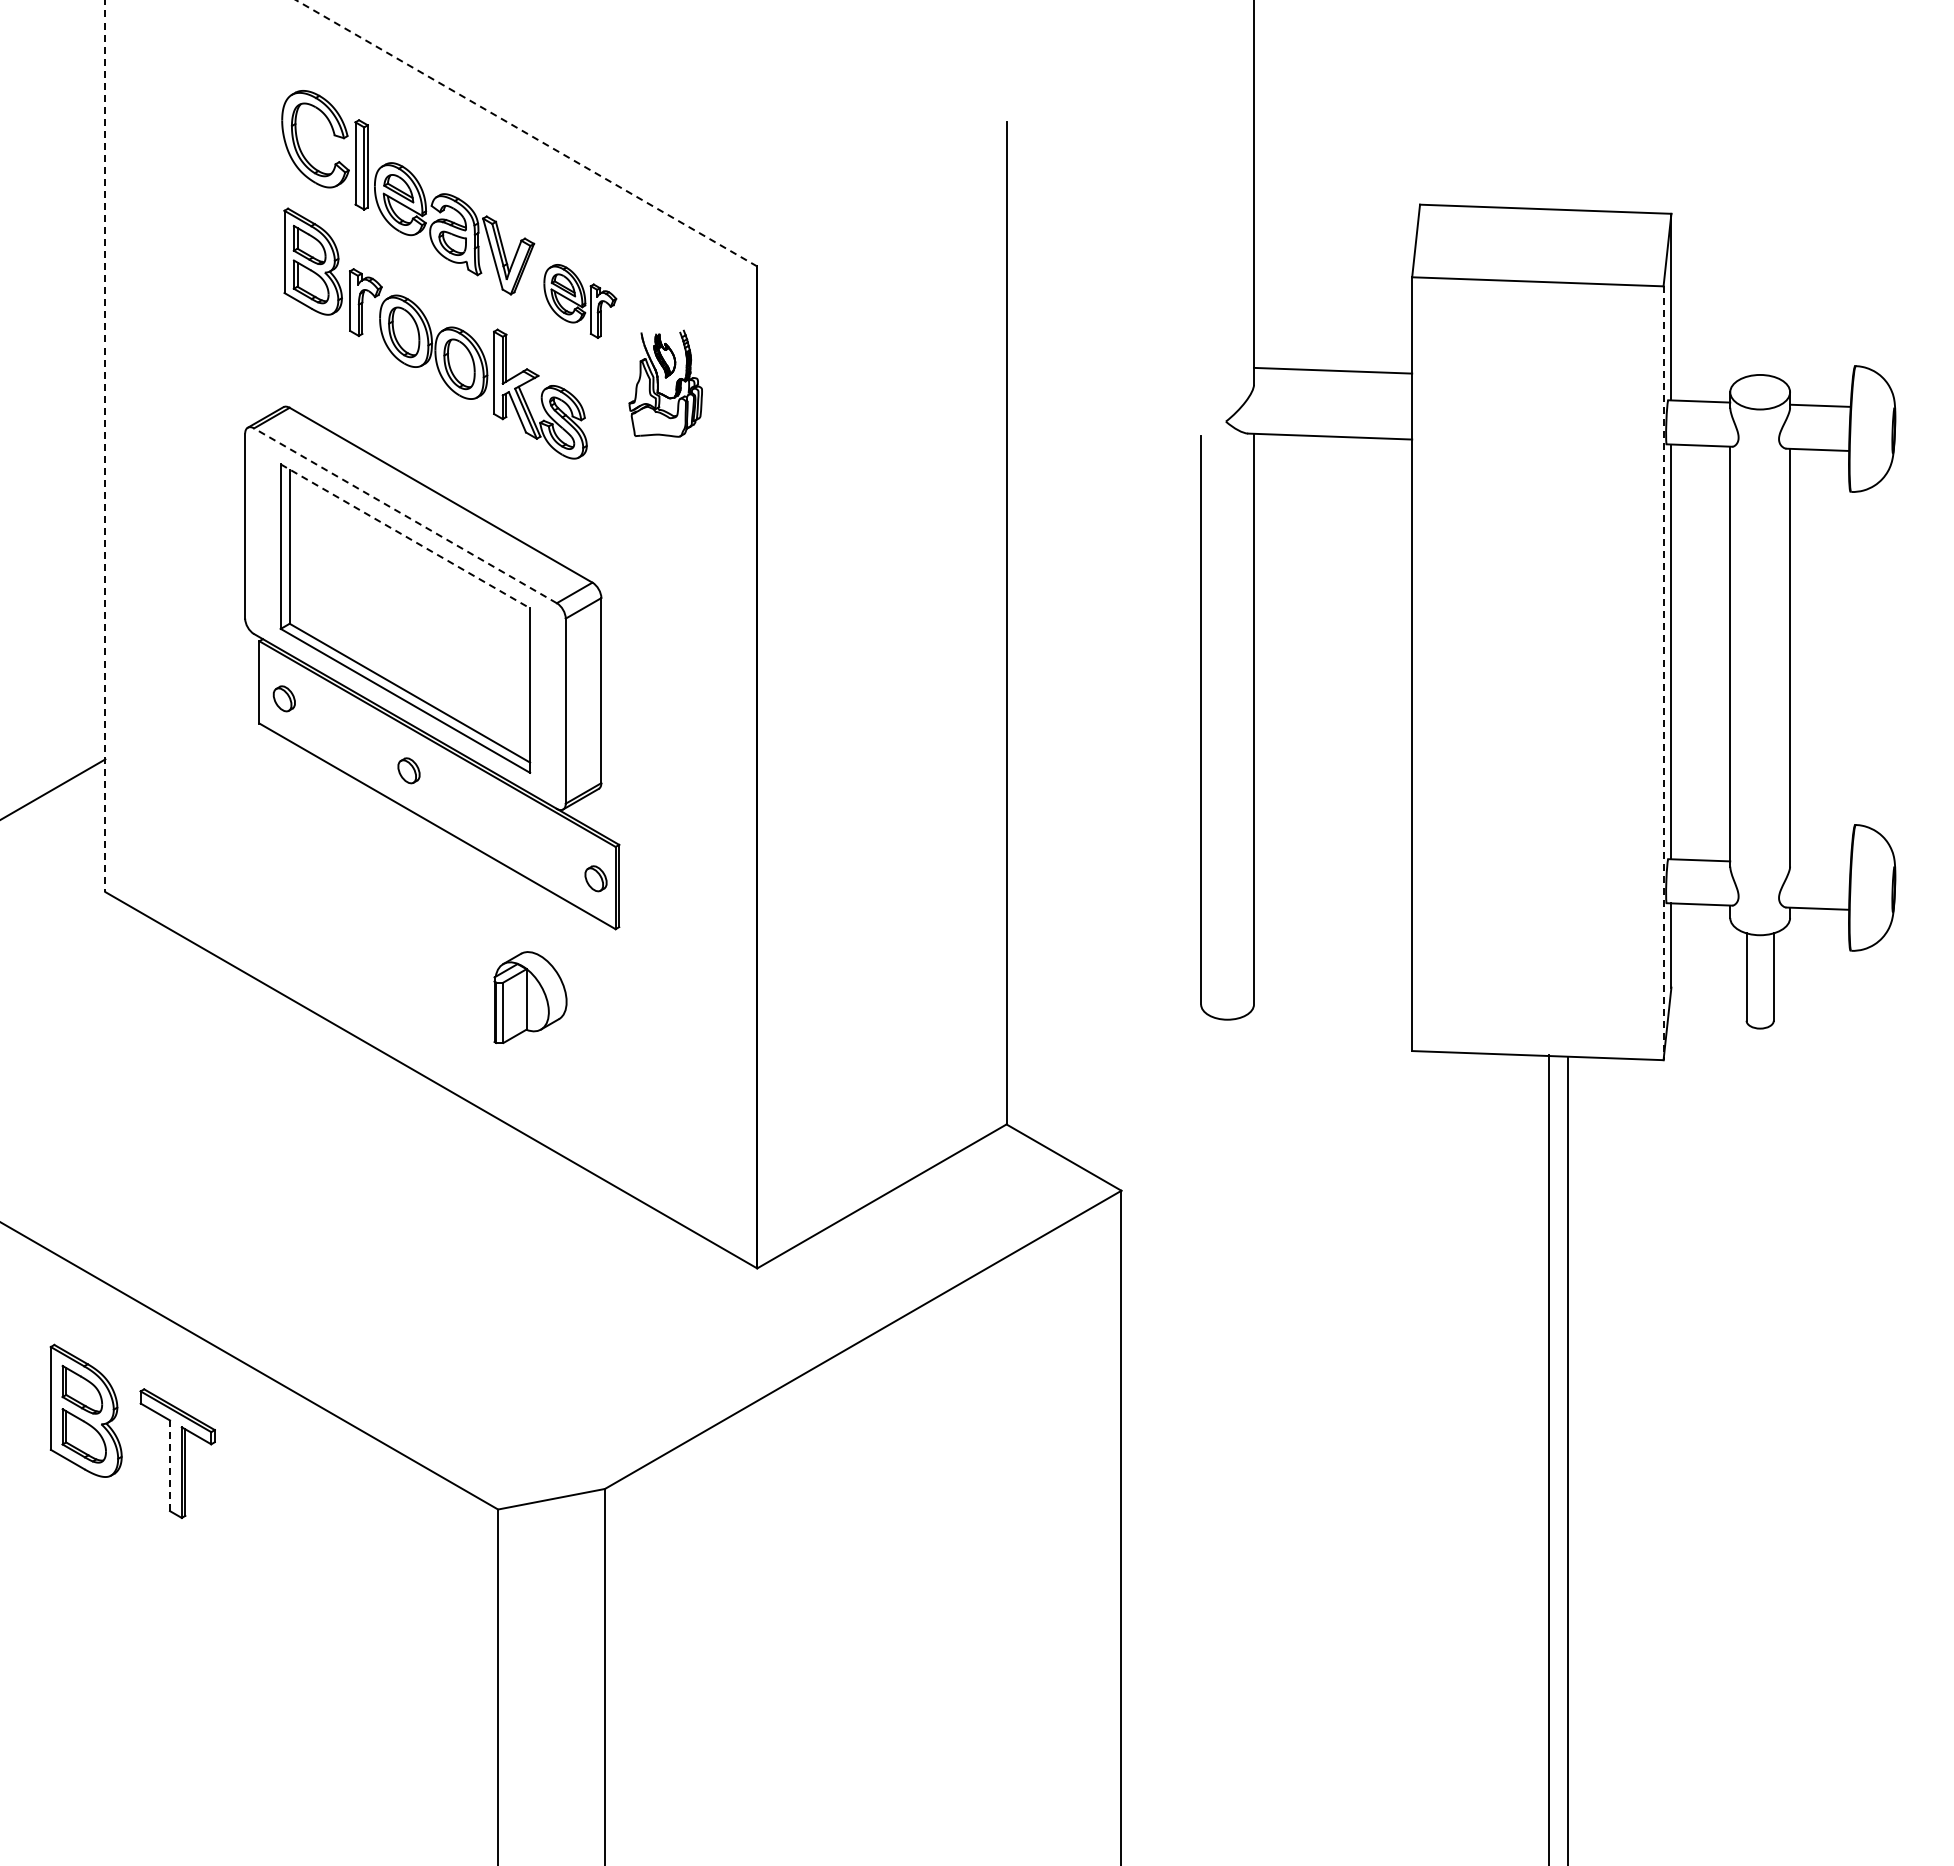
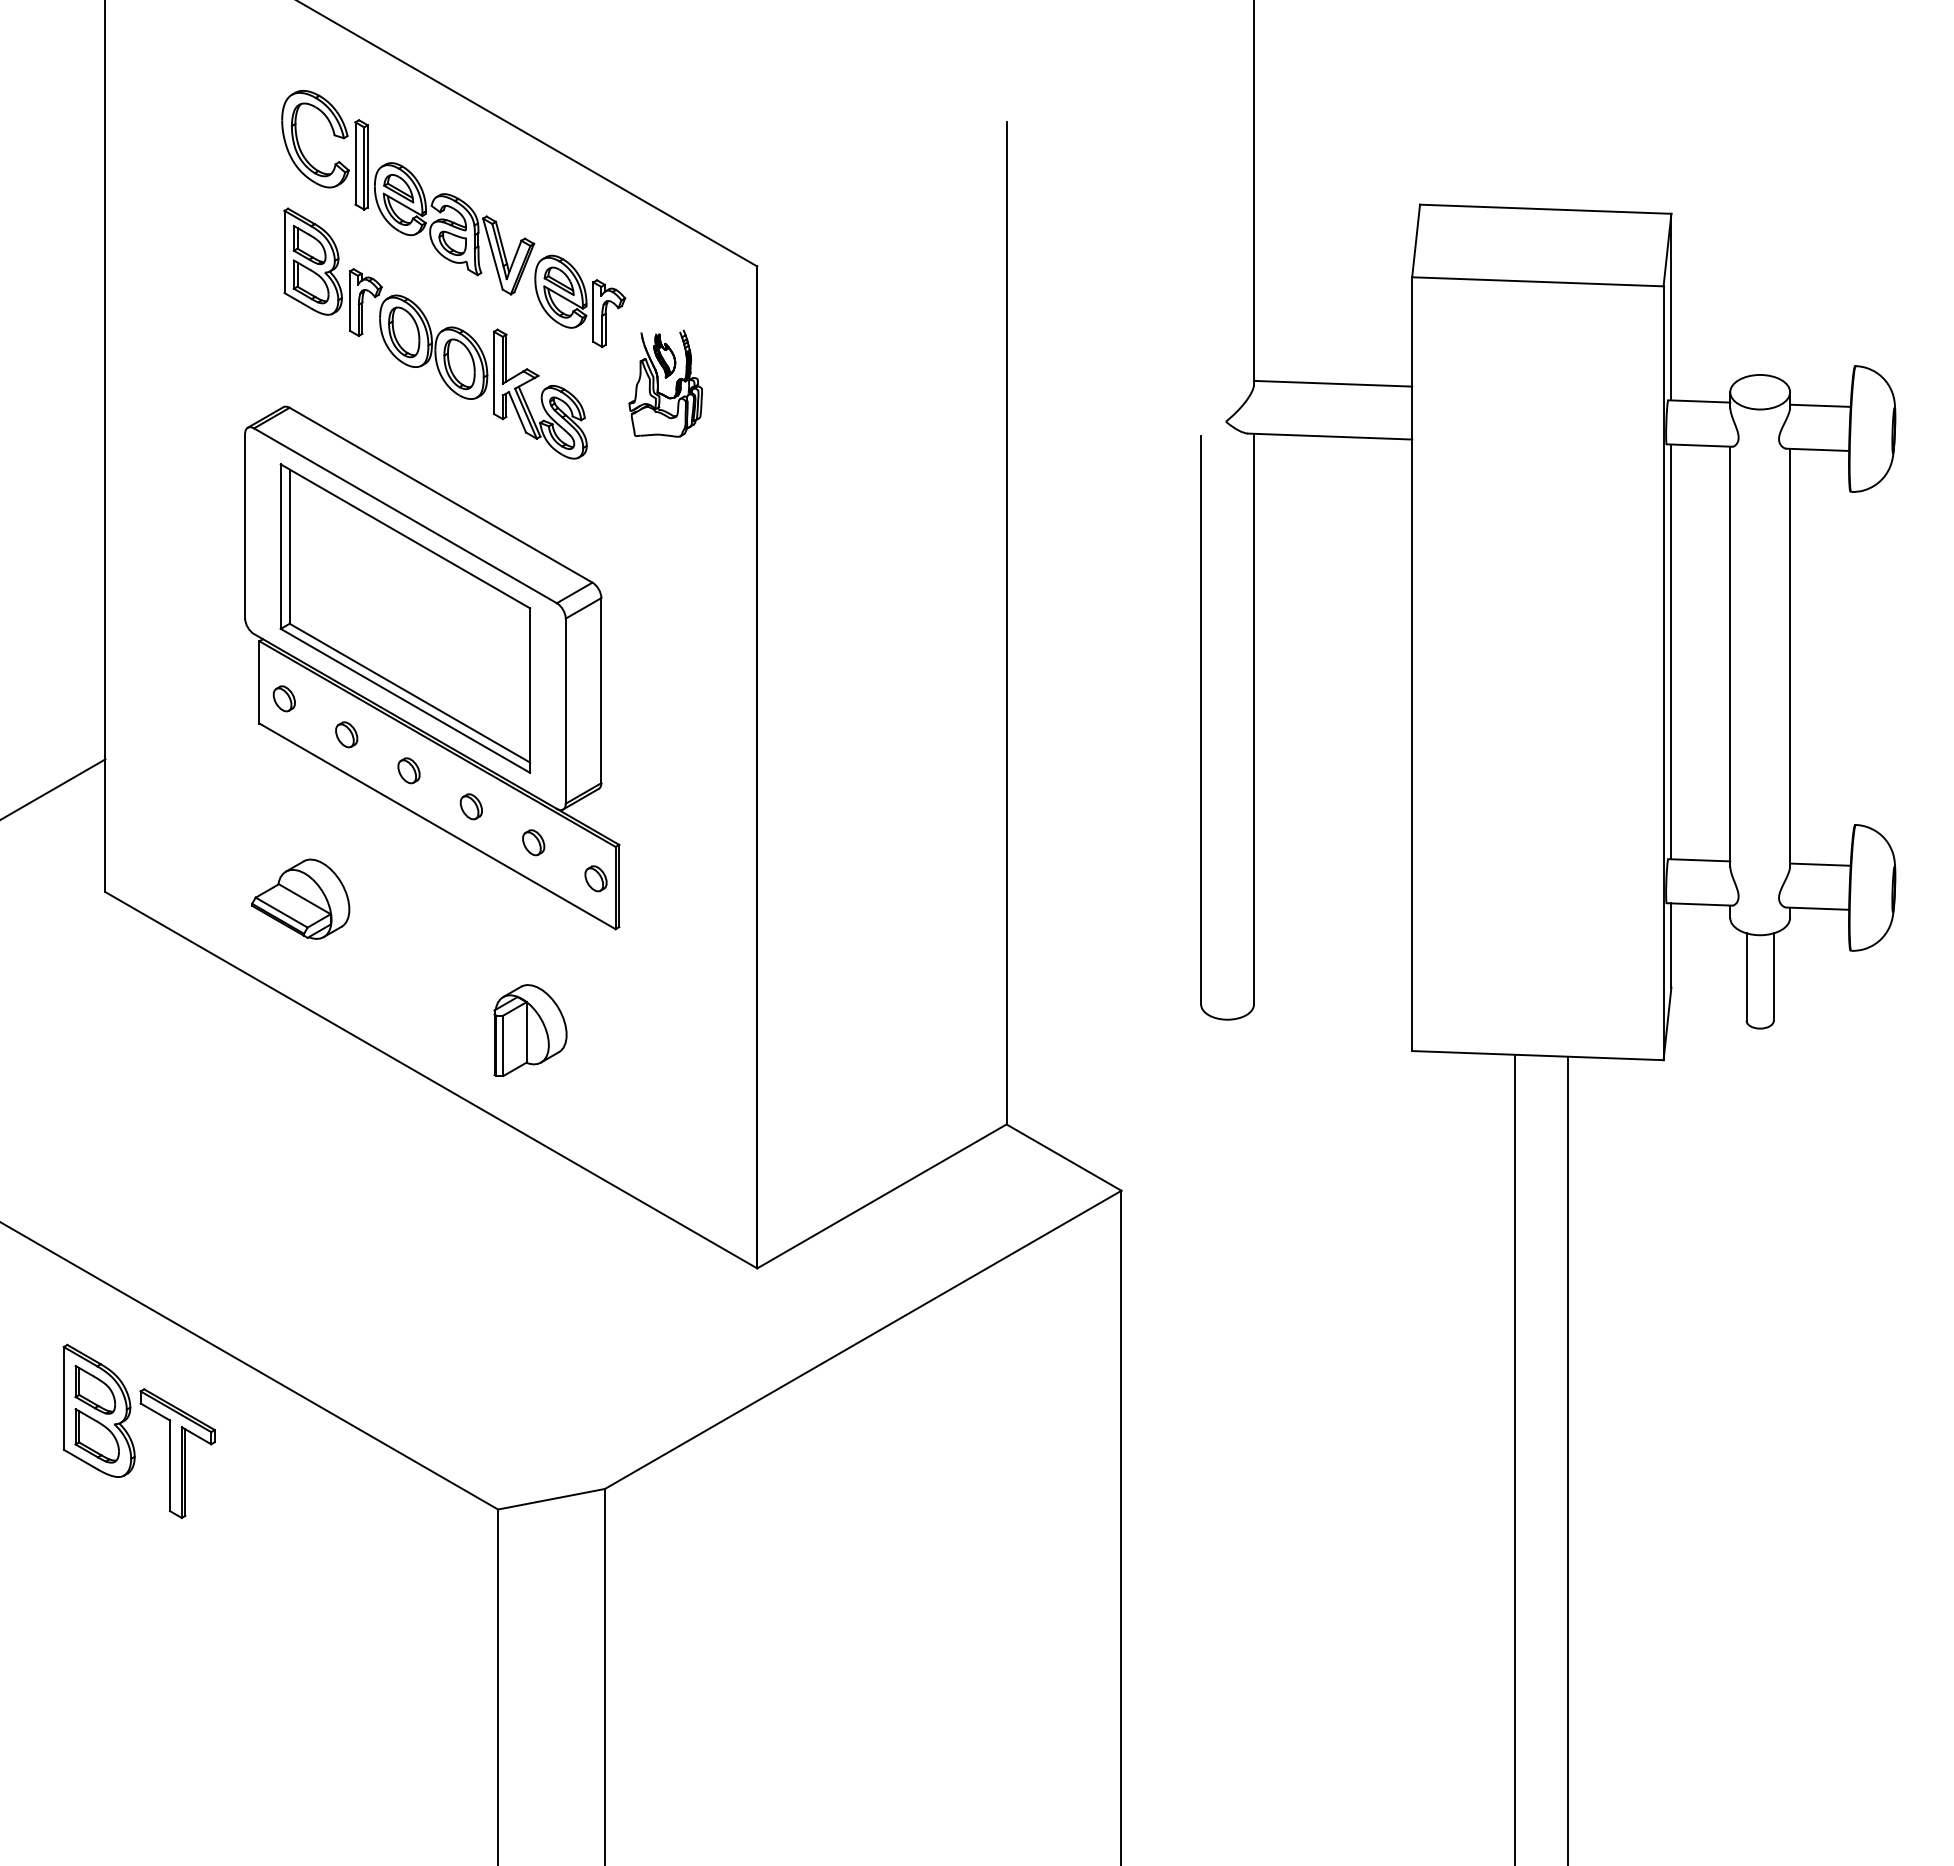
line at (526, 133): dashed -> solid
part at (580, 301) size: 75x75 px -> 93x95 px
line at (1333, 370) position: (1333, 370) -> (1333, 383)
line at (105, 446): dashed -> solid
line at (405, 515): dashed -> solid
line at (405, 536): dashed -> solid
line at (1663, 673): dashed -> solid
part at (346, 734): none -> present
part at (470, 806): none -> present
part at (533, 842): none -> present
line at (1820, 864): none -> present
part at (300, 898): none -> present
part at (530, 997) position: (530, 997) -> (530, 1030)
part at (85, 1410) position: (85, 1410) -> (98, 1410)
line at (1549, 1458) position: (1549, 1458) -> (1515, 1458)
line at (170, 1465): dashed -> solid
